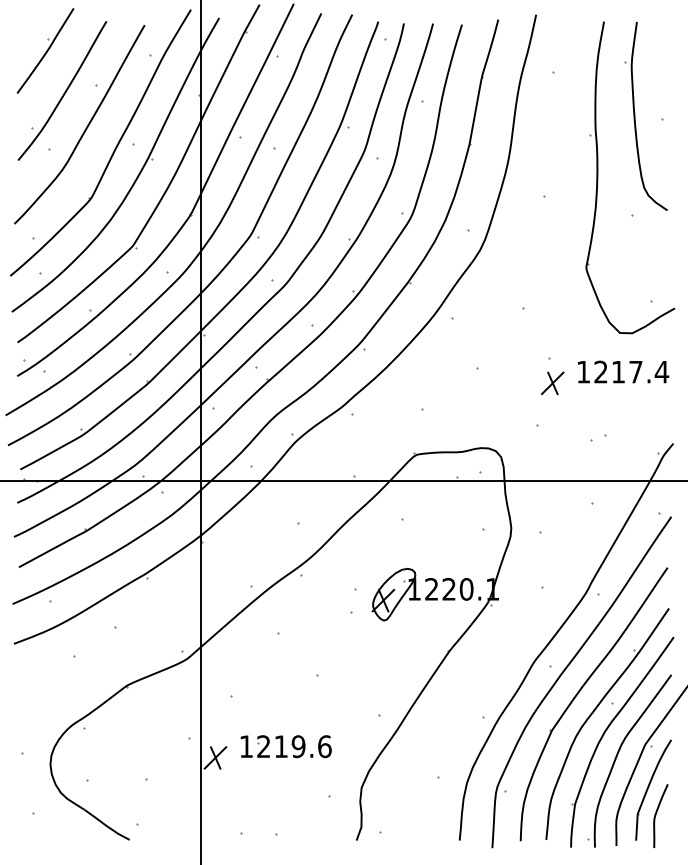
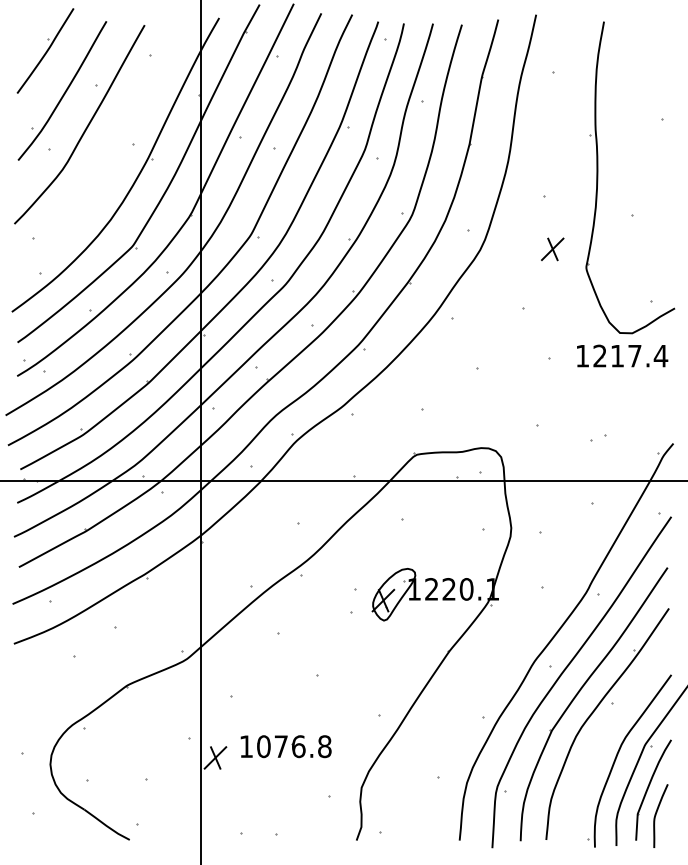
part at (635, 116): present -> none
part at (114, 148): present -> none
part at (623, 371) position: (623, 371) -> (622, 355)
part at (552, 383) position: (552, 383) -> (552, 249)
part at (605, 733): present -> none
text at (294, 746): 1219.6 -> 1076.8
